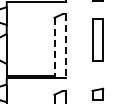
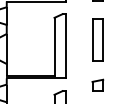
line at (54, 46): dashed -> solid
line at (66, 46): dashed -> solid
part at (97, 93) position: (97, 93) -> (97, 84)
